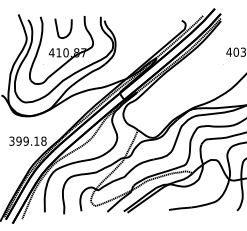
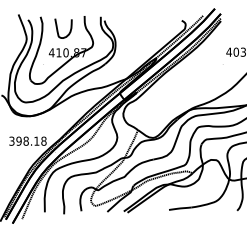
text at (25, 140): 399.18 -> 398.18
